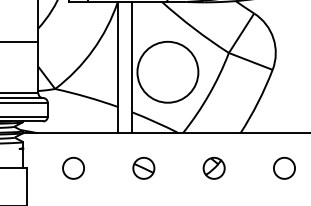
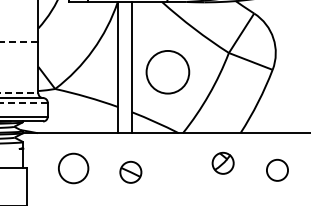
line at (19, 41): solid -> dashed
circle at (167, 71) diameter: 61 px -> 43 px
line at (19, 93): solid -> dashed
line at (23, 102): solid -> dashed
circle at (73, 167) size: 23x24 px -> 32x33 px
part at (143, 167) position: (143, 167) -> (130, 171)
part at (213, 167) position: (213, 167) -> (222, 162)
circle at (284, 167) position: (284, 167) -> (277, 169)
